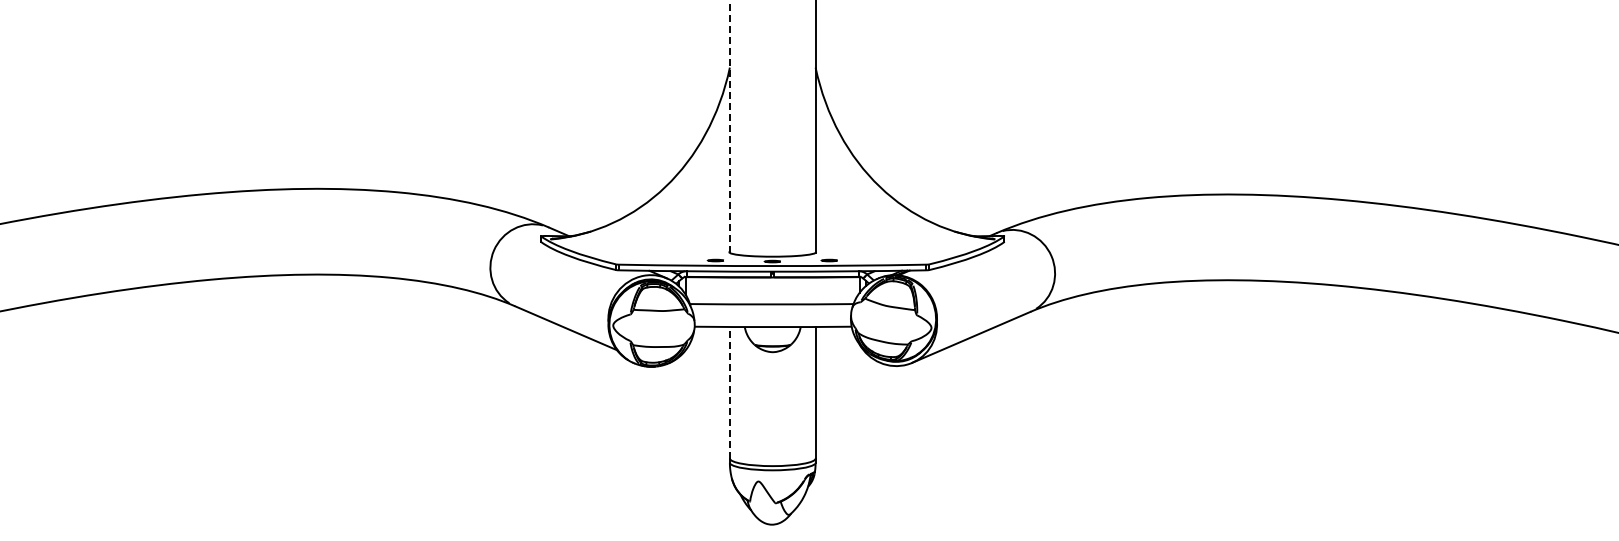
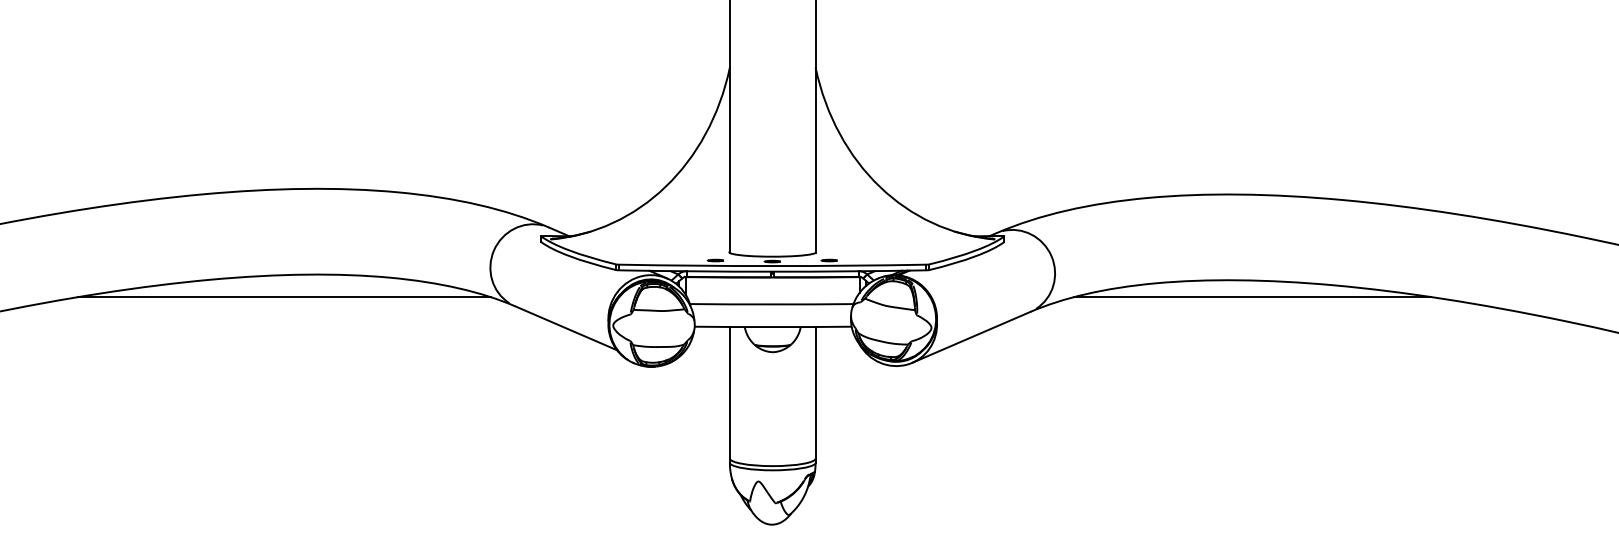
line at (729, 126): dashed -> solid
line at (284, 297): none -> present
line at (1252, 297): none -> present
line at (729, 392): dashed -> solid
